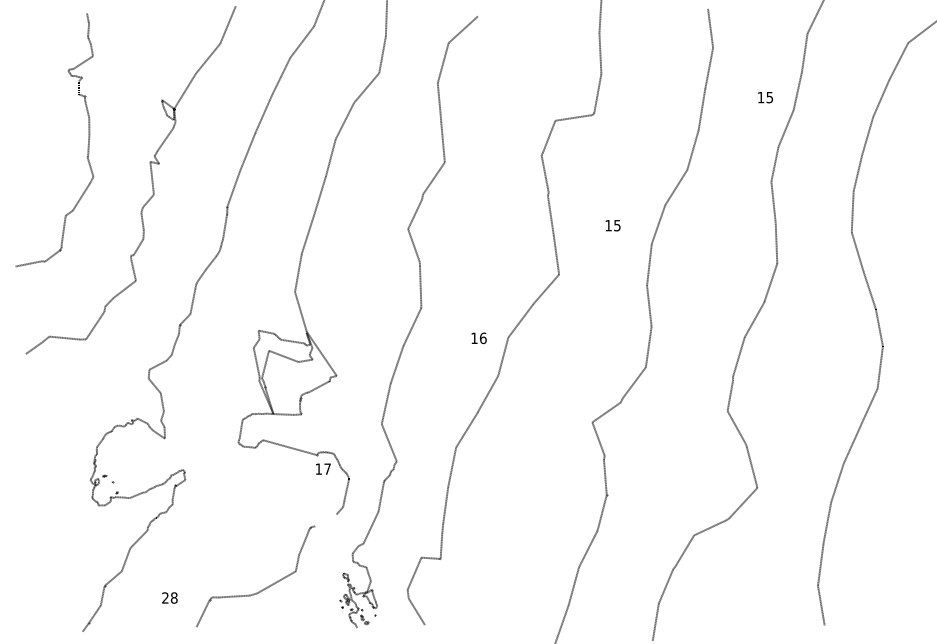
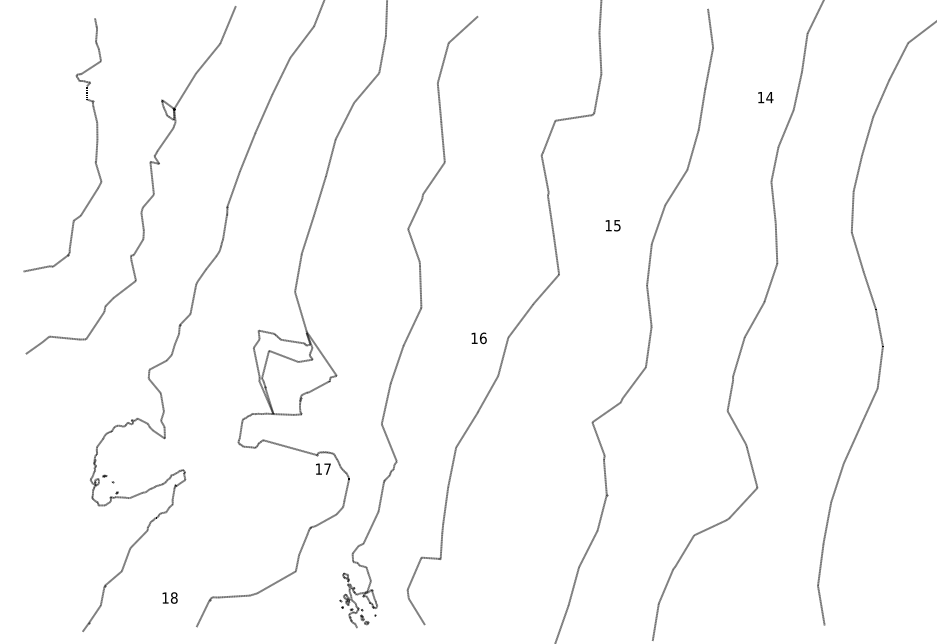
text at (769, 97): 15 -> 14
part at (87, 146) position: (87, 146) -> (95, 151)
line at (325, 520): none -> present
text at (165, 597): 28 -> 18
